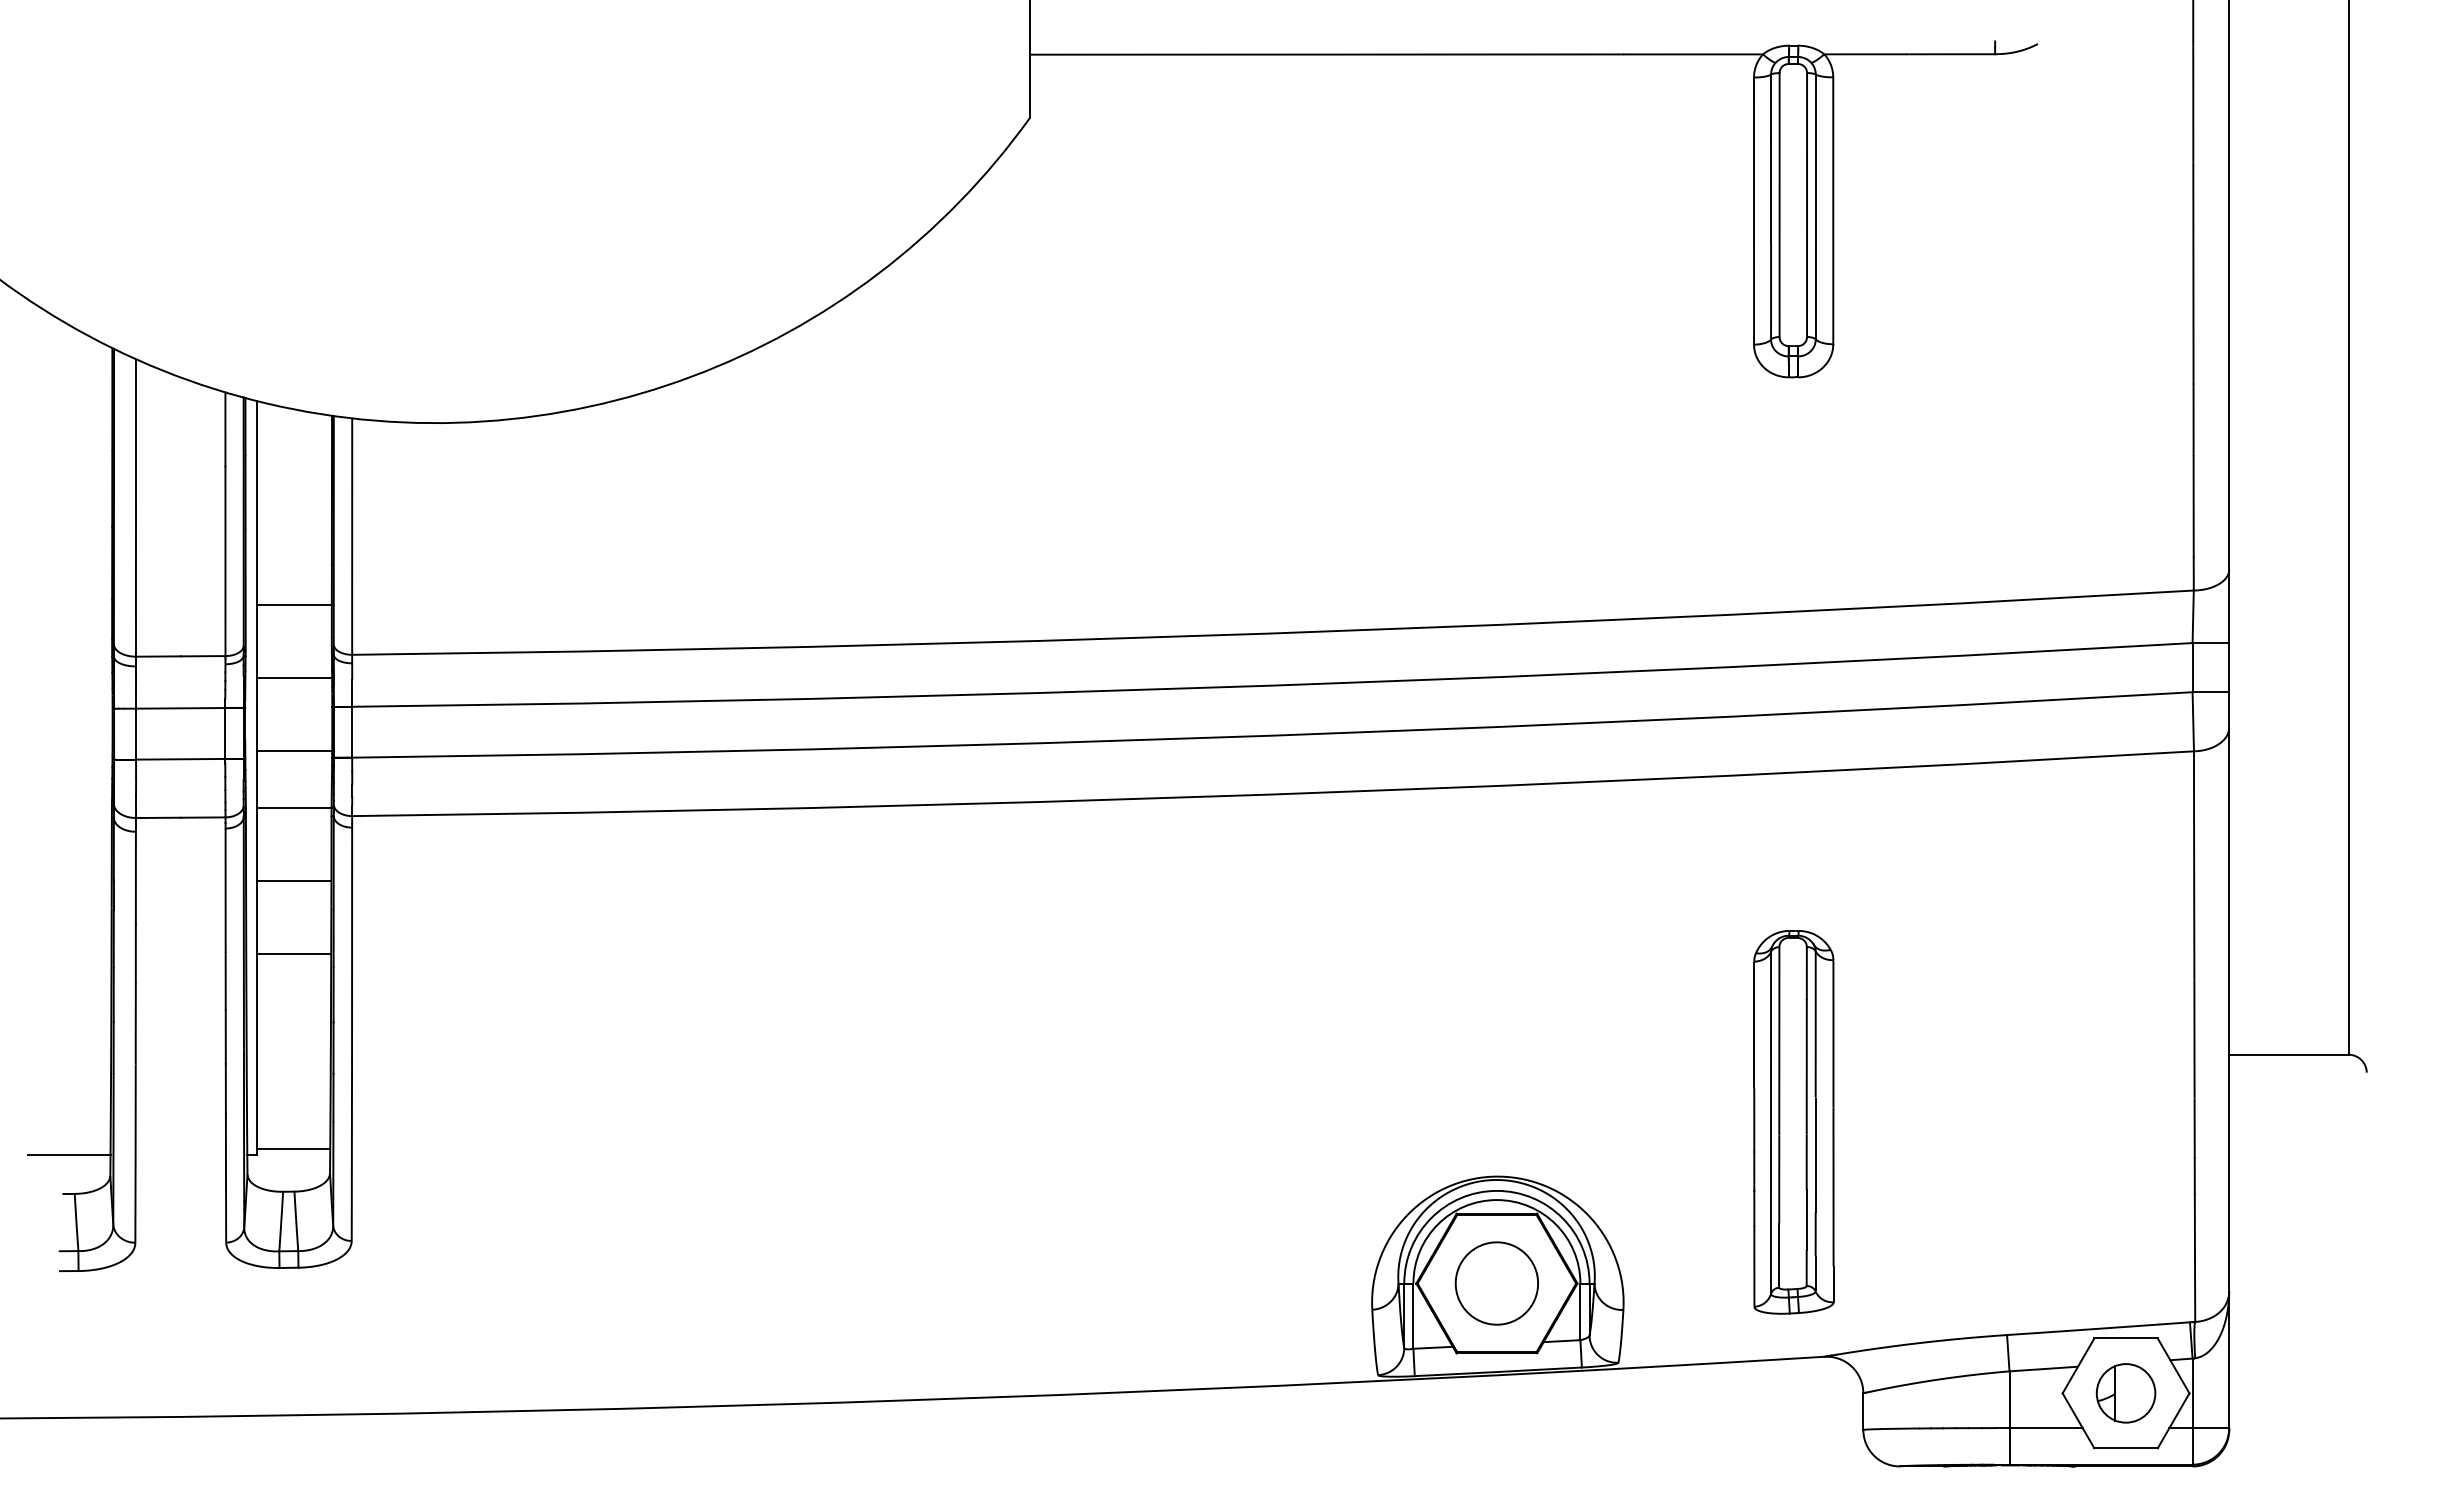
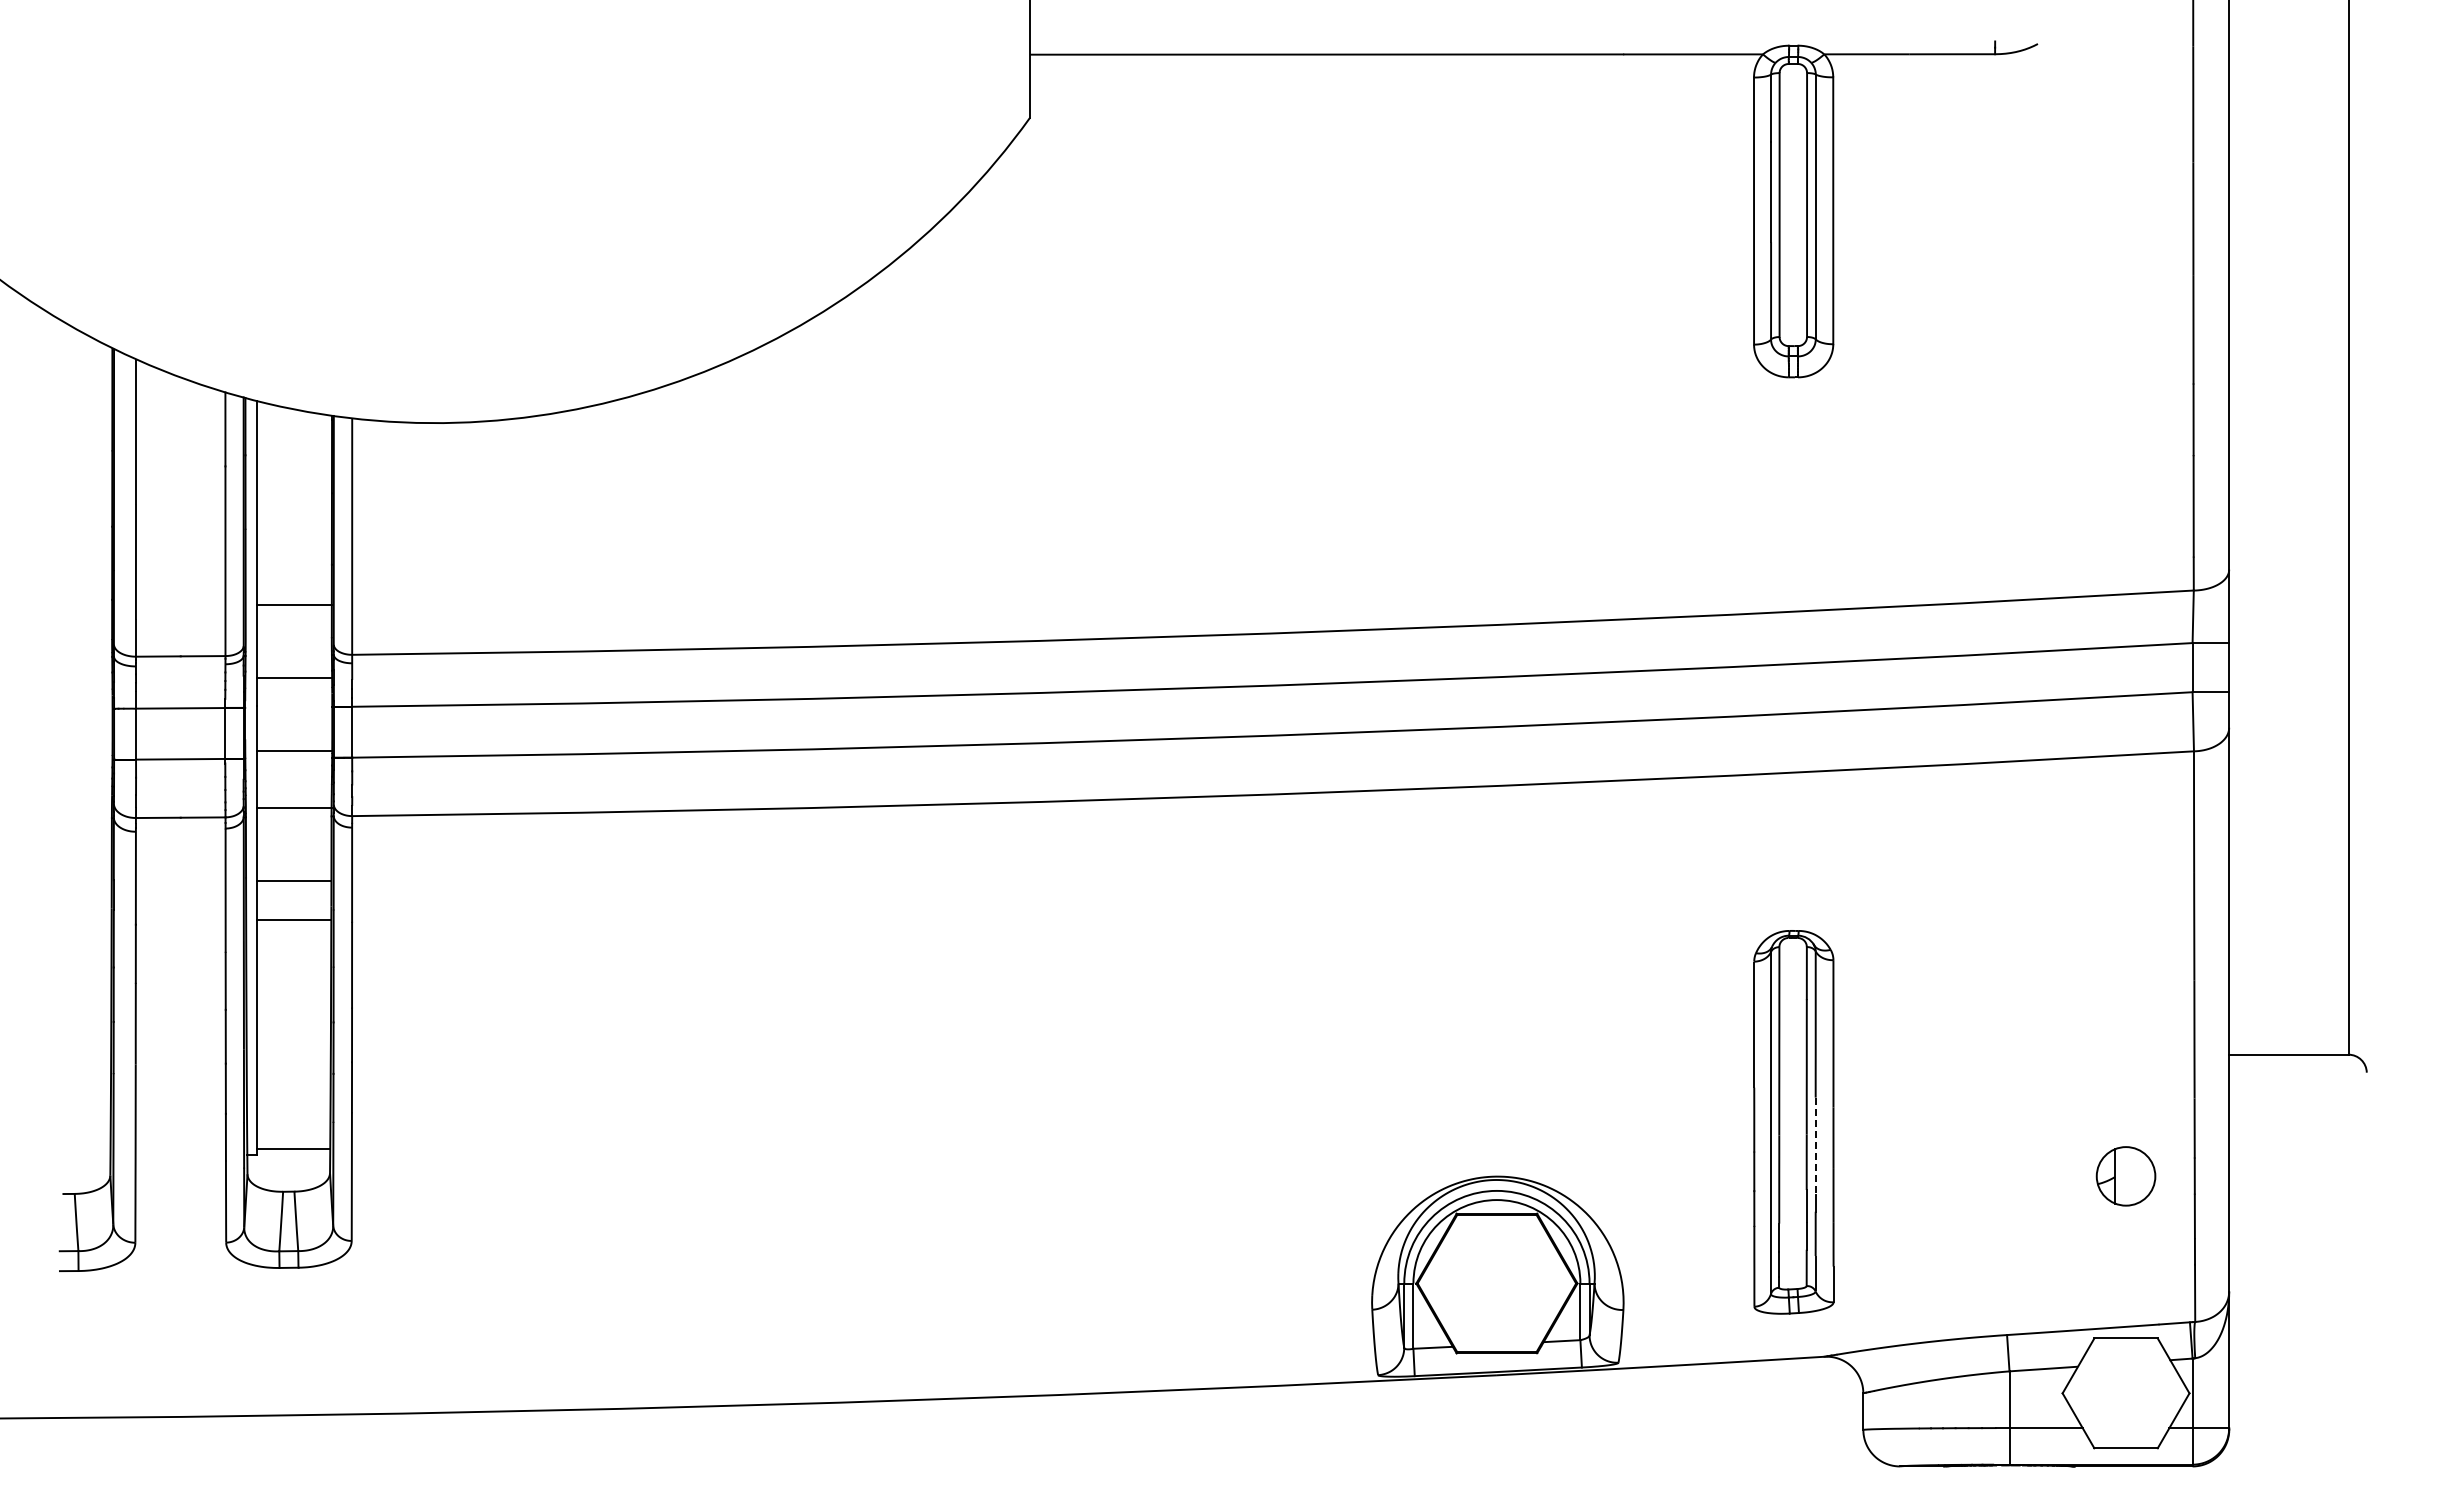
line at (293, 954) position: (293, 954) -> (293, 920)
line at (1815, 1146): solid -> dashed
line at (68, 1155): present -> none
circle at (1496, 1283): present -> none
part at (2125, 1393) position: (2125, 1393) -> (2125, 1176)
